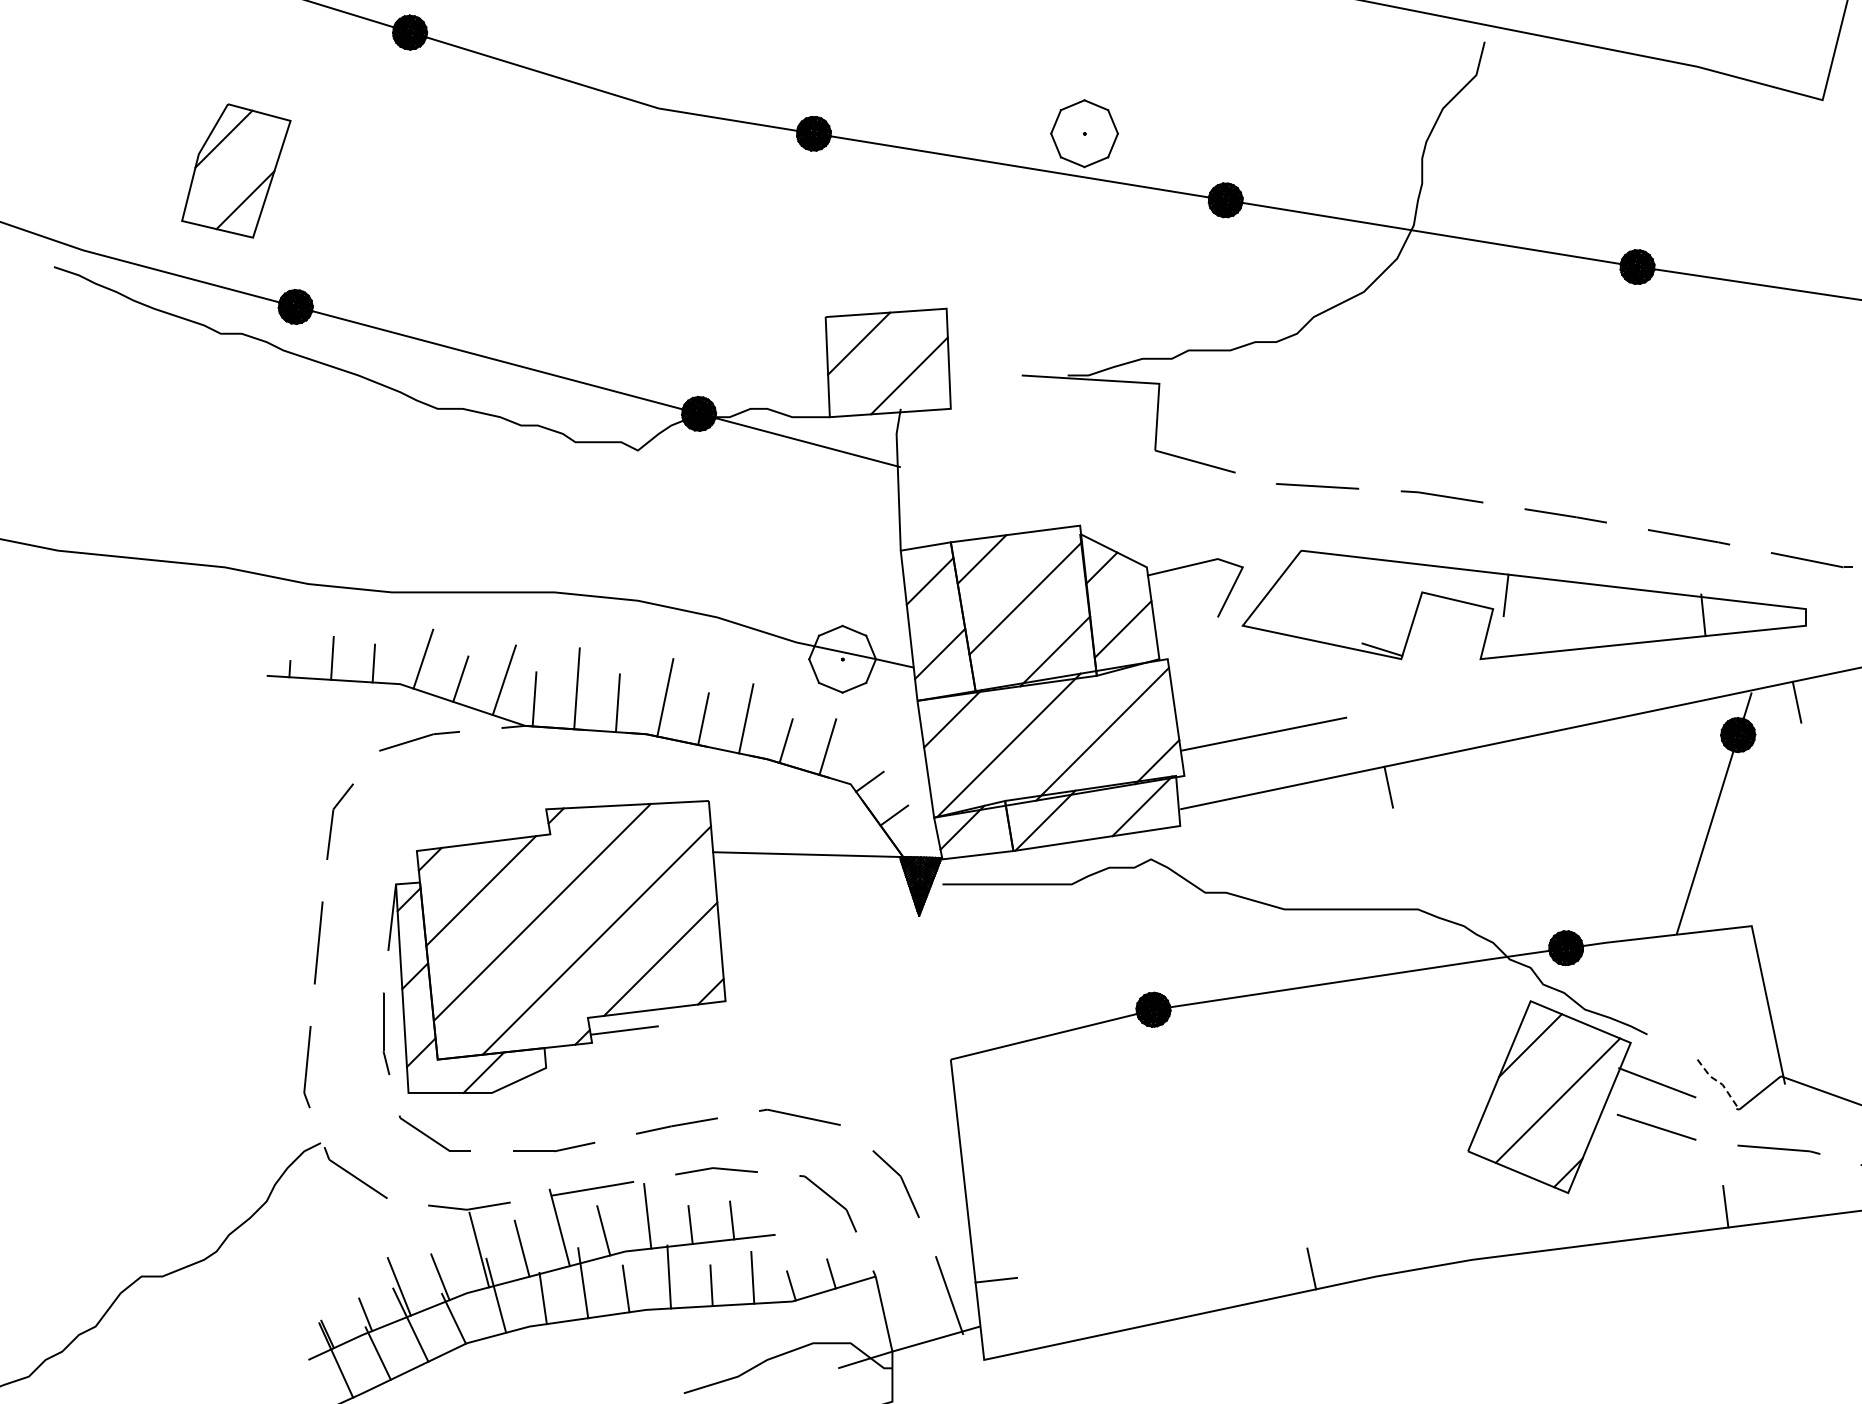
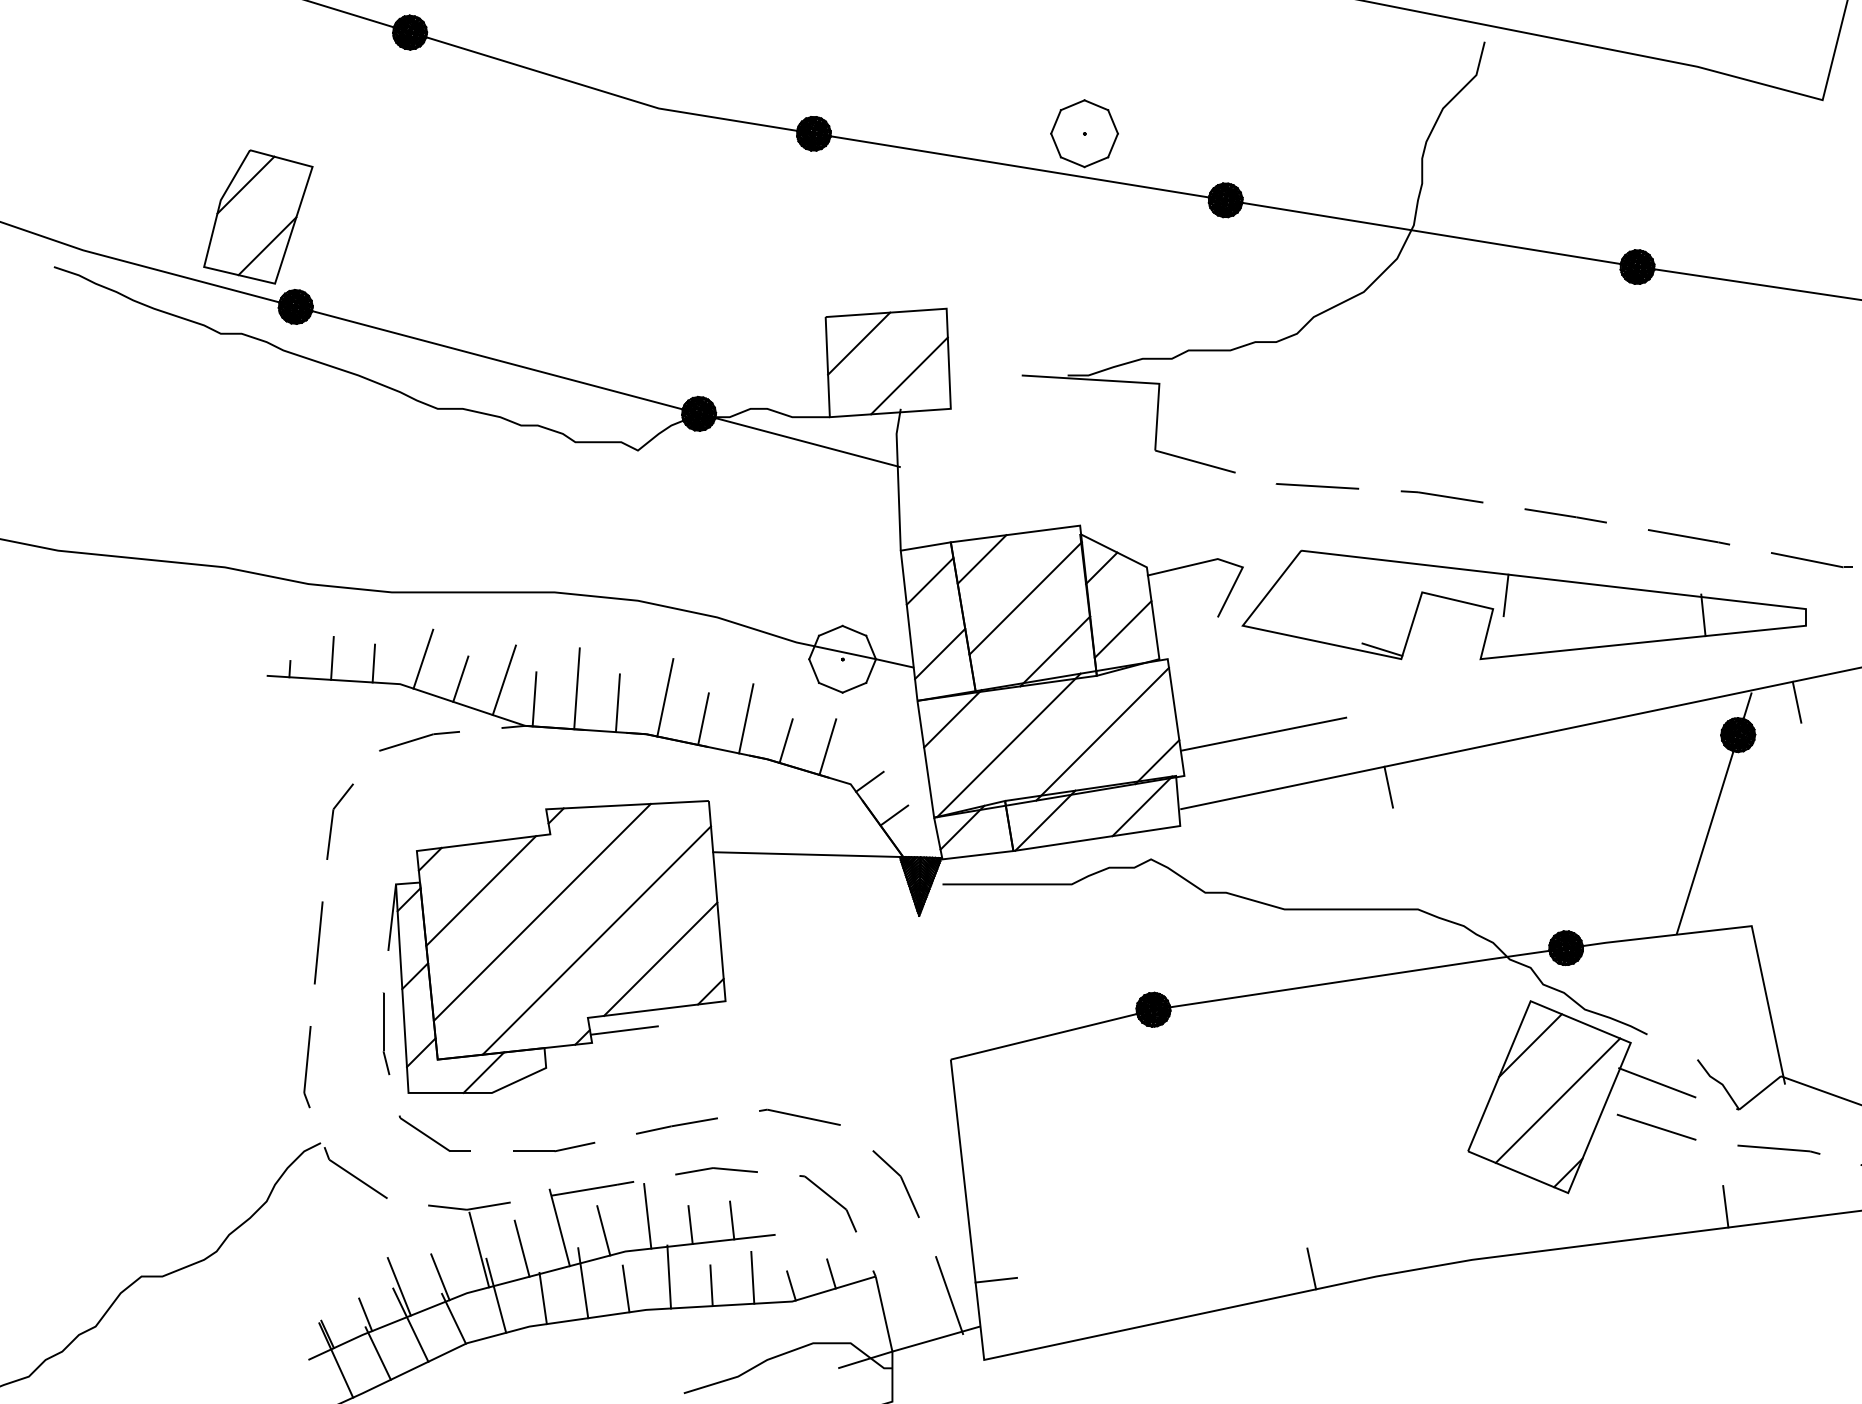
part at (236, 170) position: (236, 170) -> (258, 216)
line at (1720, 1083): dashed -> solid
